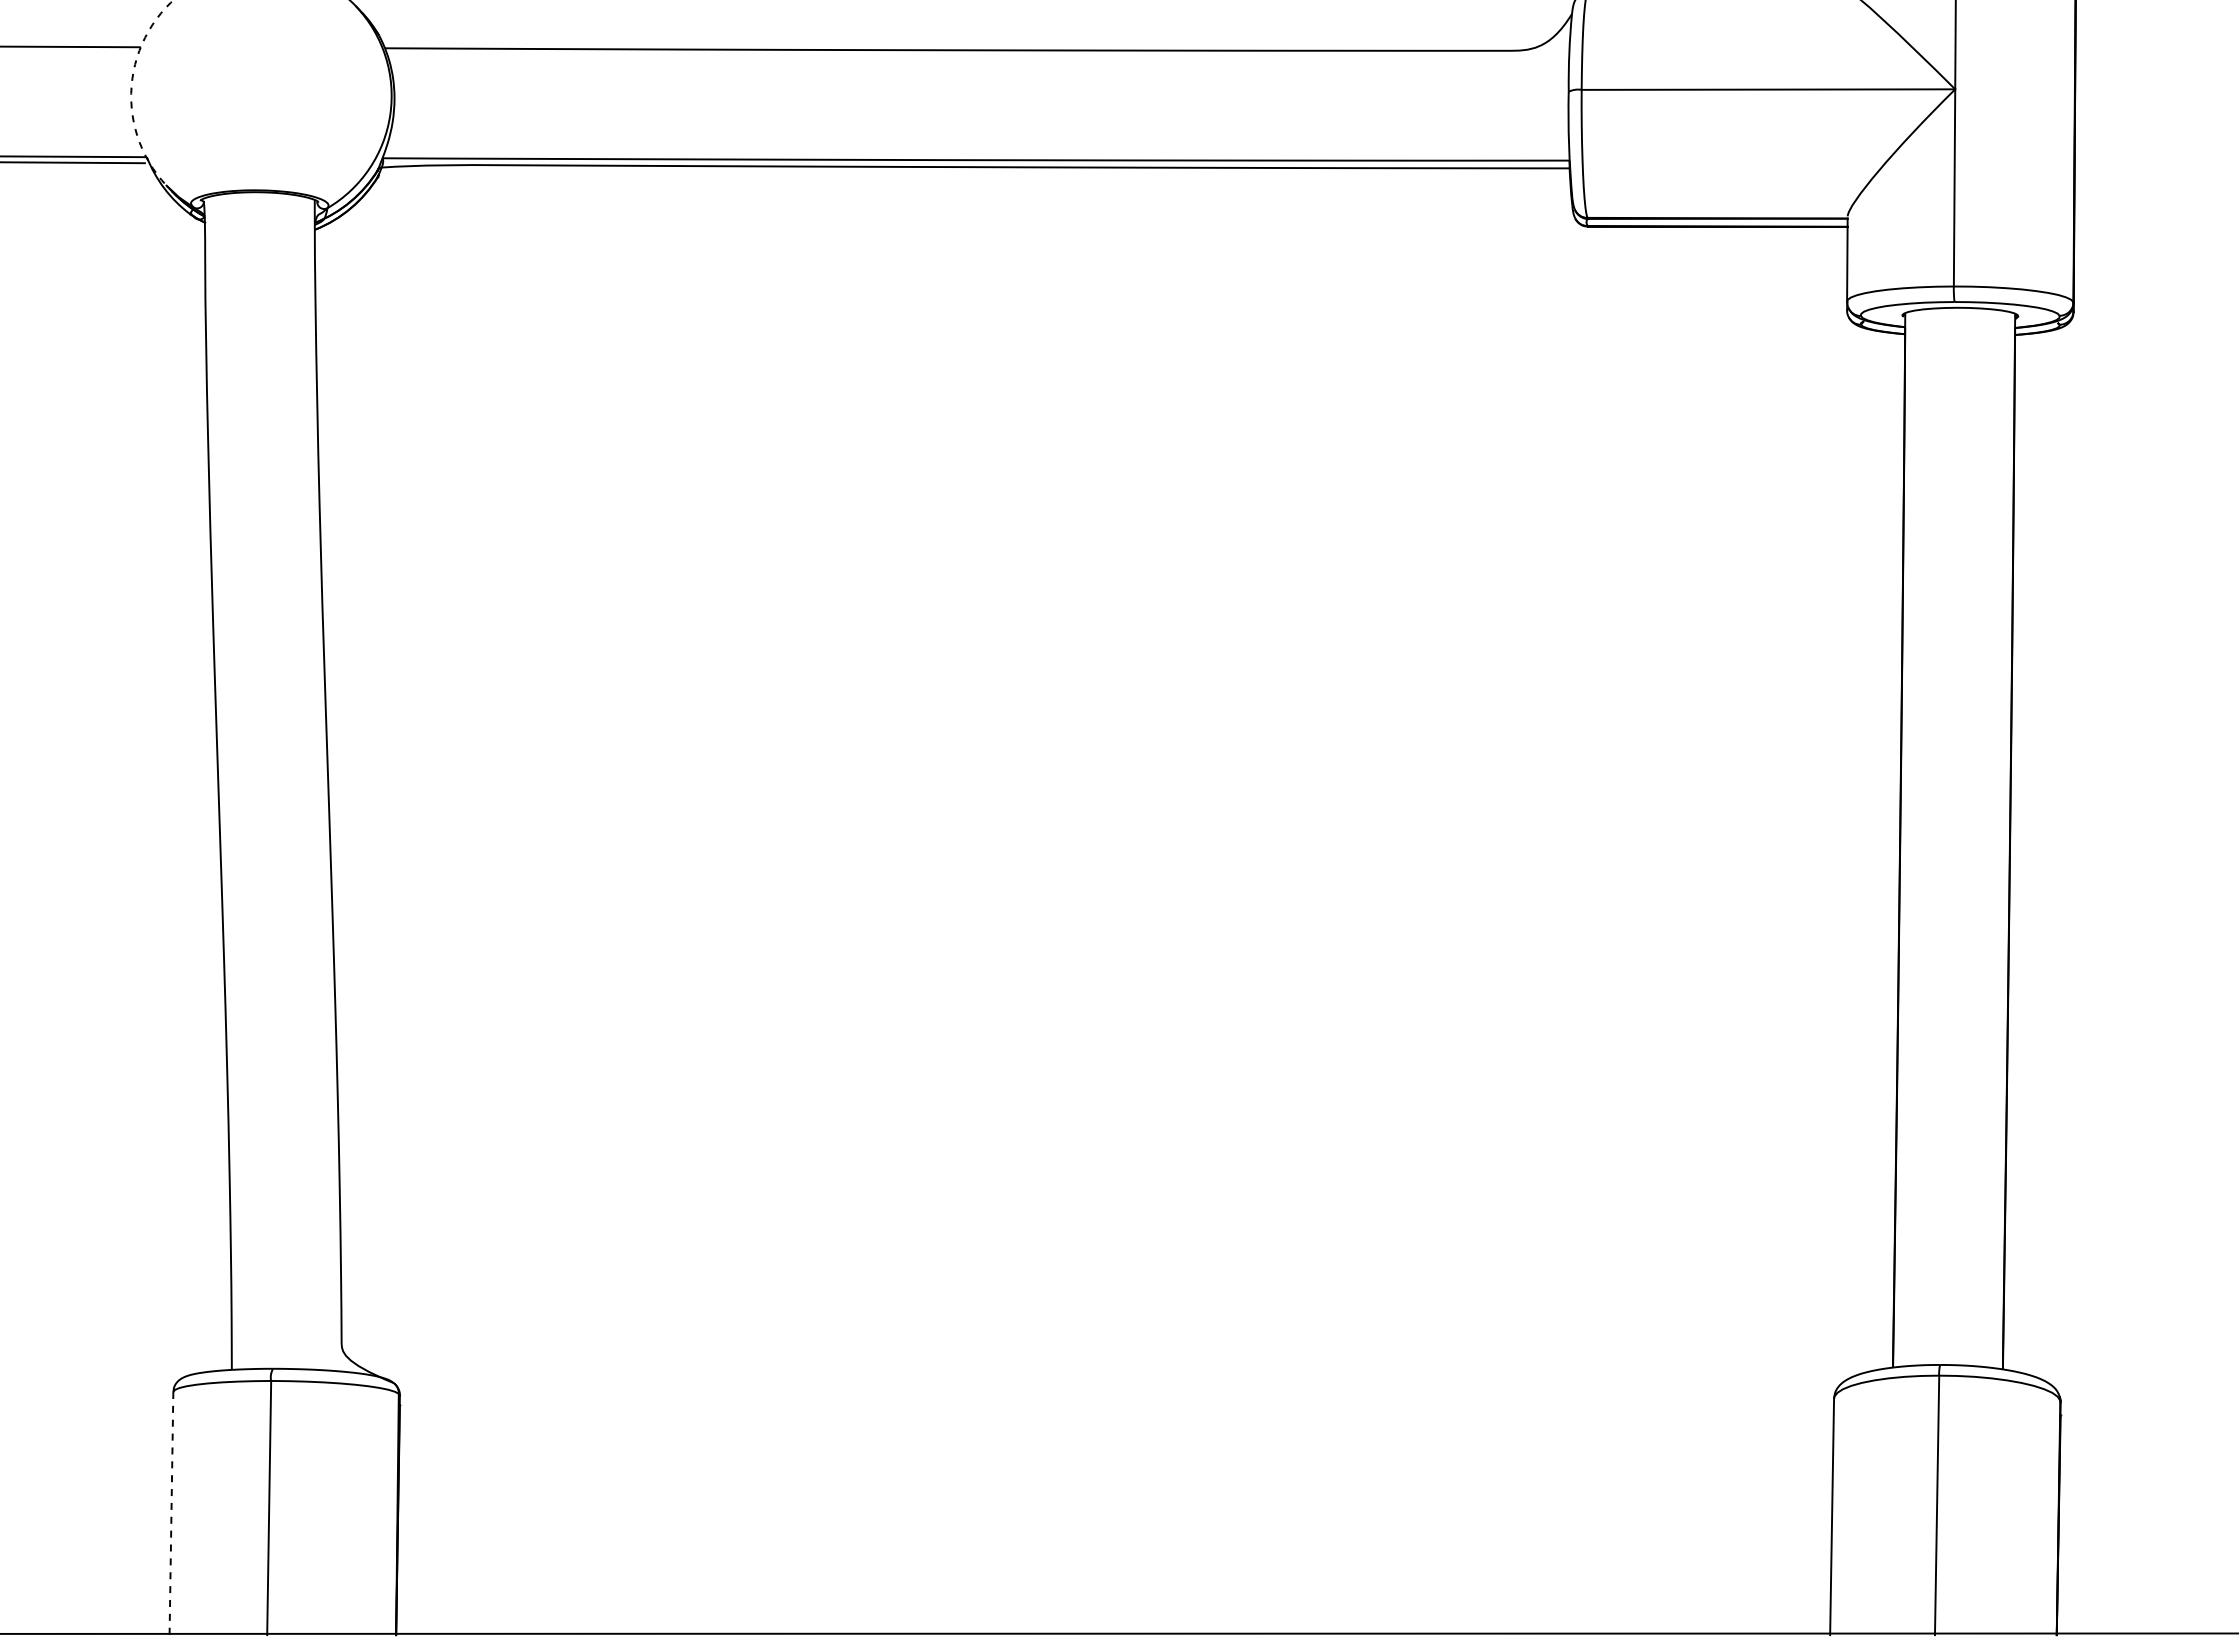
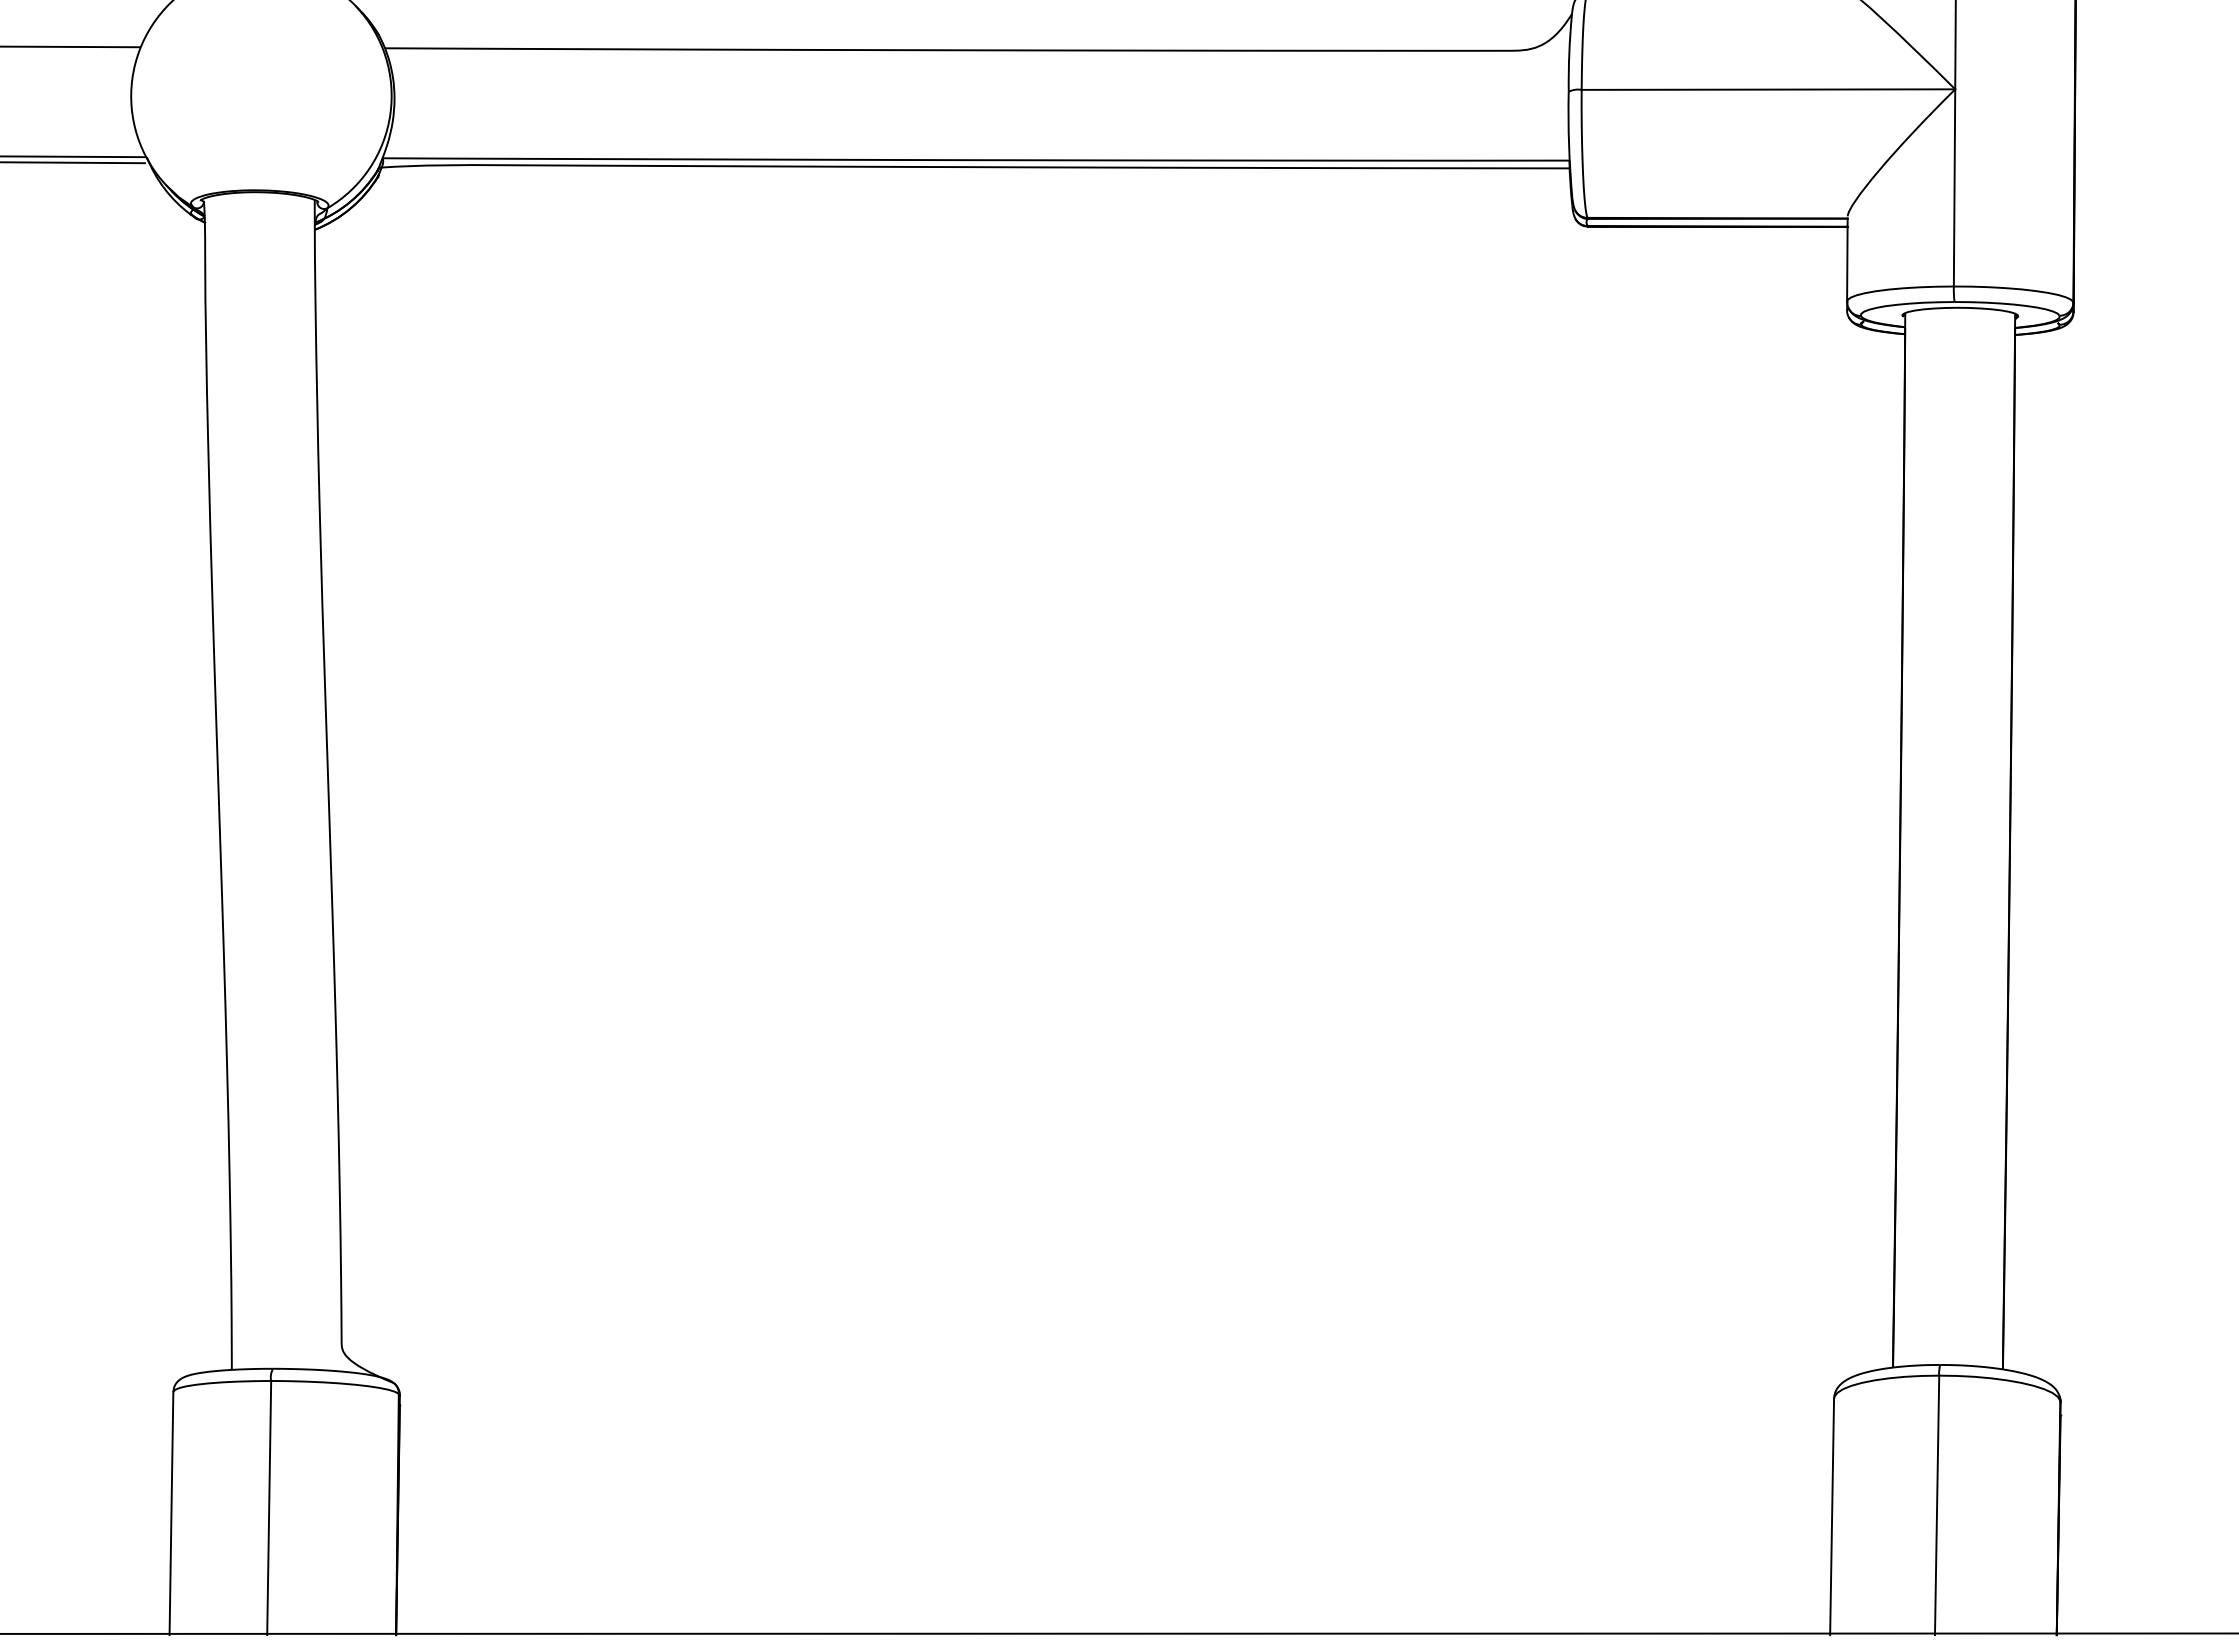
arc at (131, 91): dashed -> solid
line at (171, 1513): dashed -> solid
